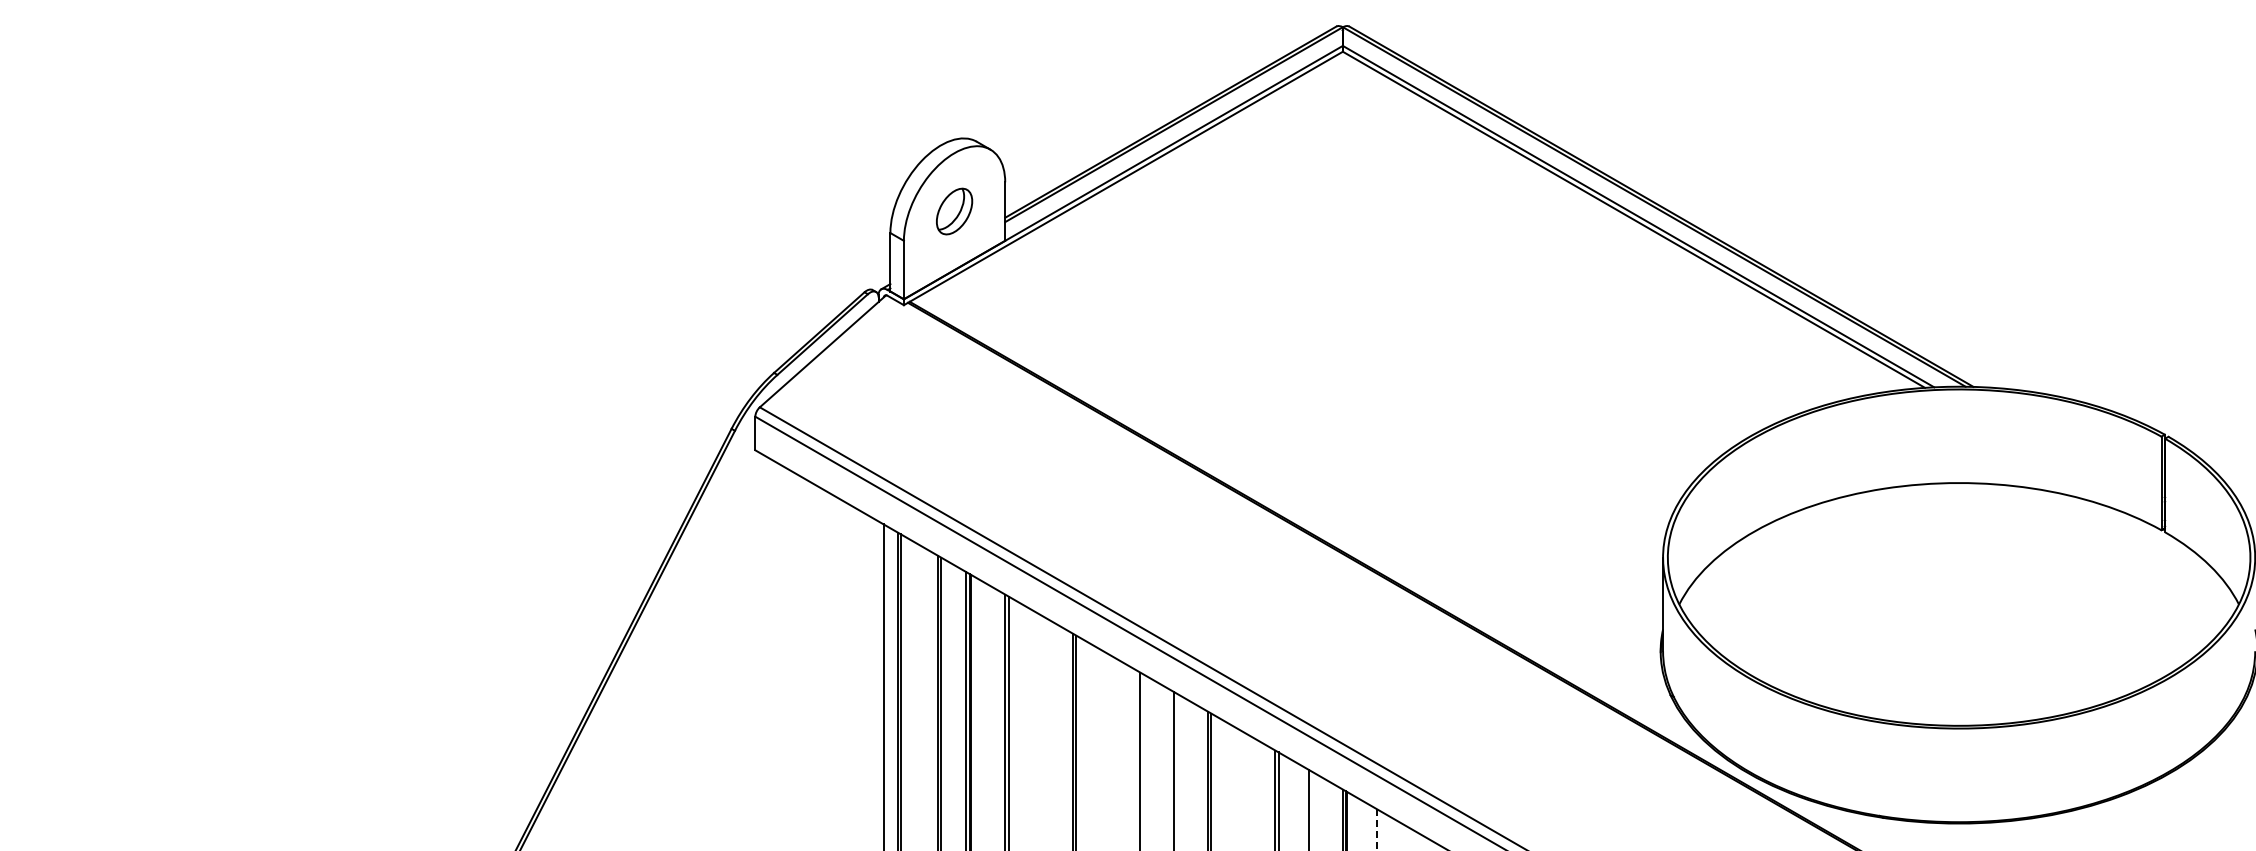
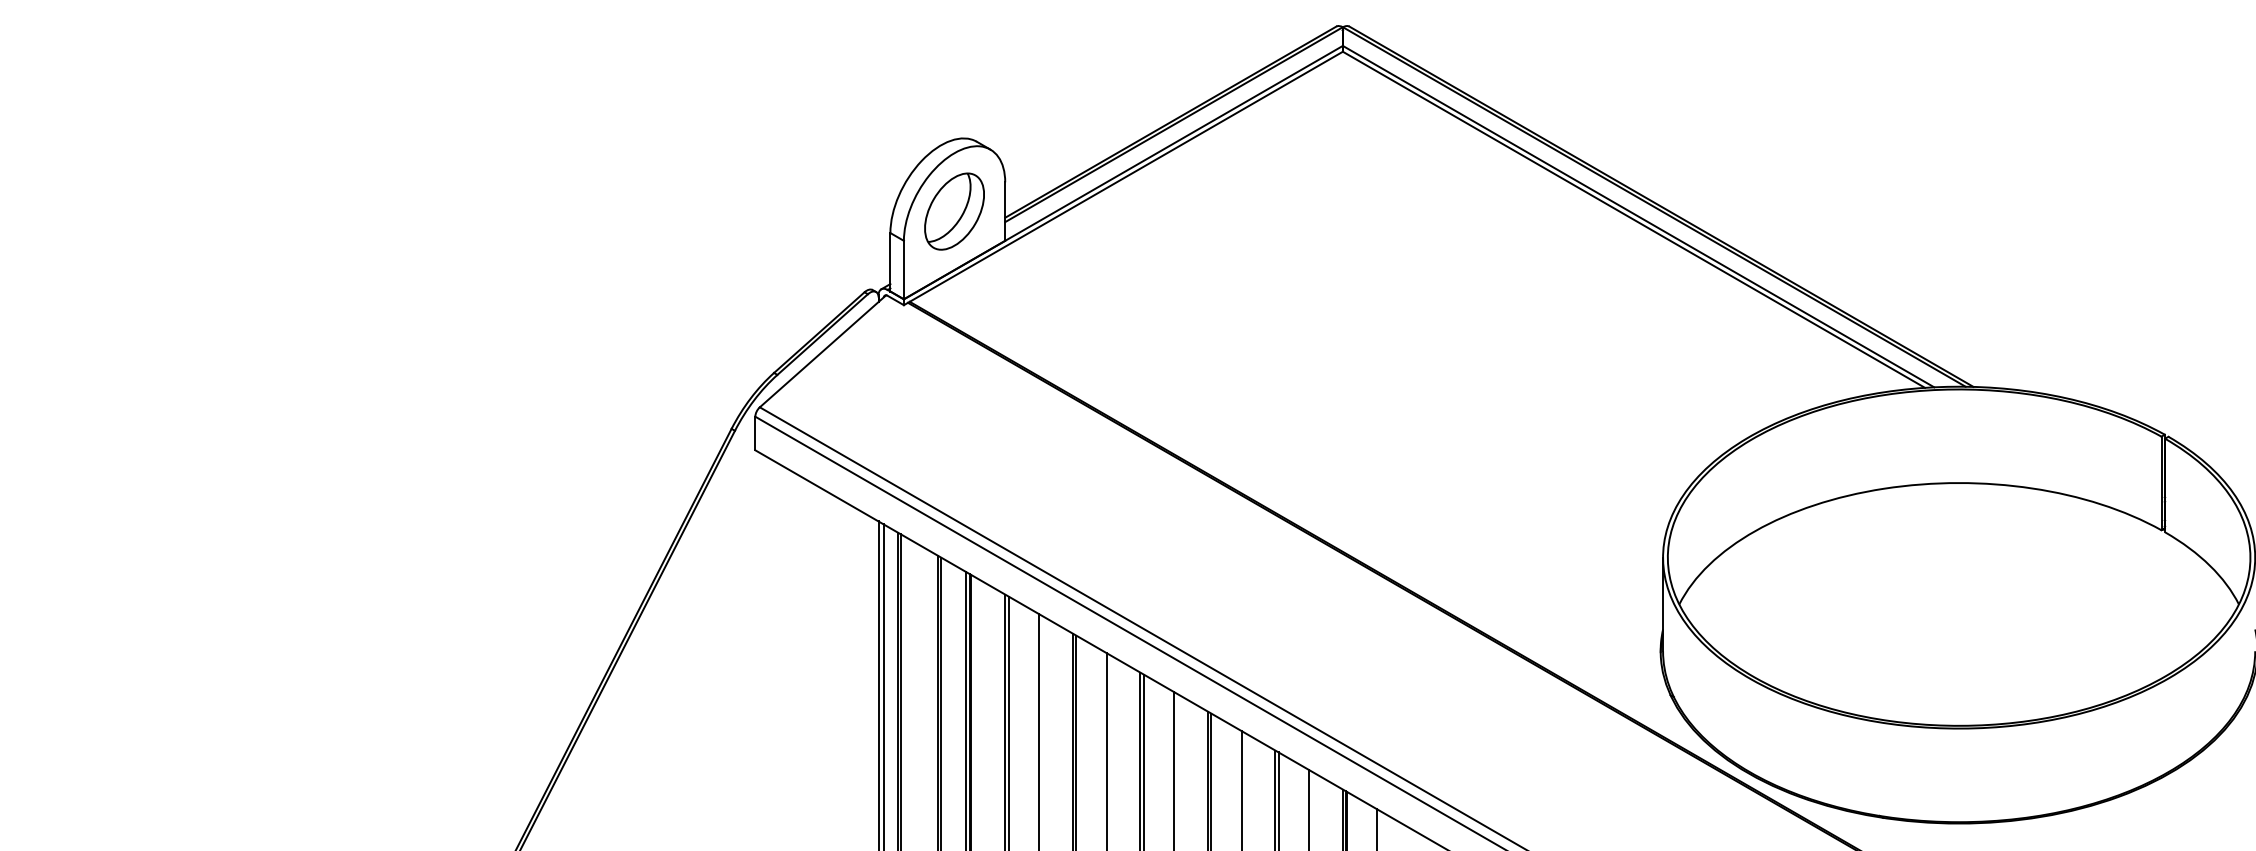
part at (954, 211) size: 38x49 px -> 61x79 px
line at (878, 684): none -> present
line at (1038, 730): none -> present
line at (1106, 750): none -> present
line at (1143, 760): none -> present
line at (1241, 789): none -> present
line at (1376, 830): dashed -> solid
